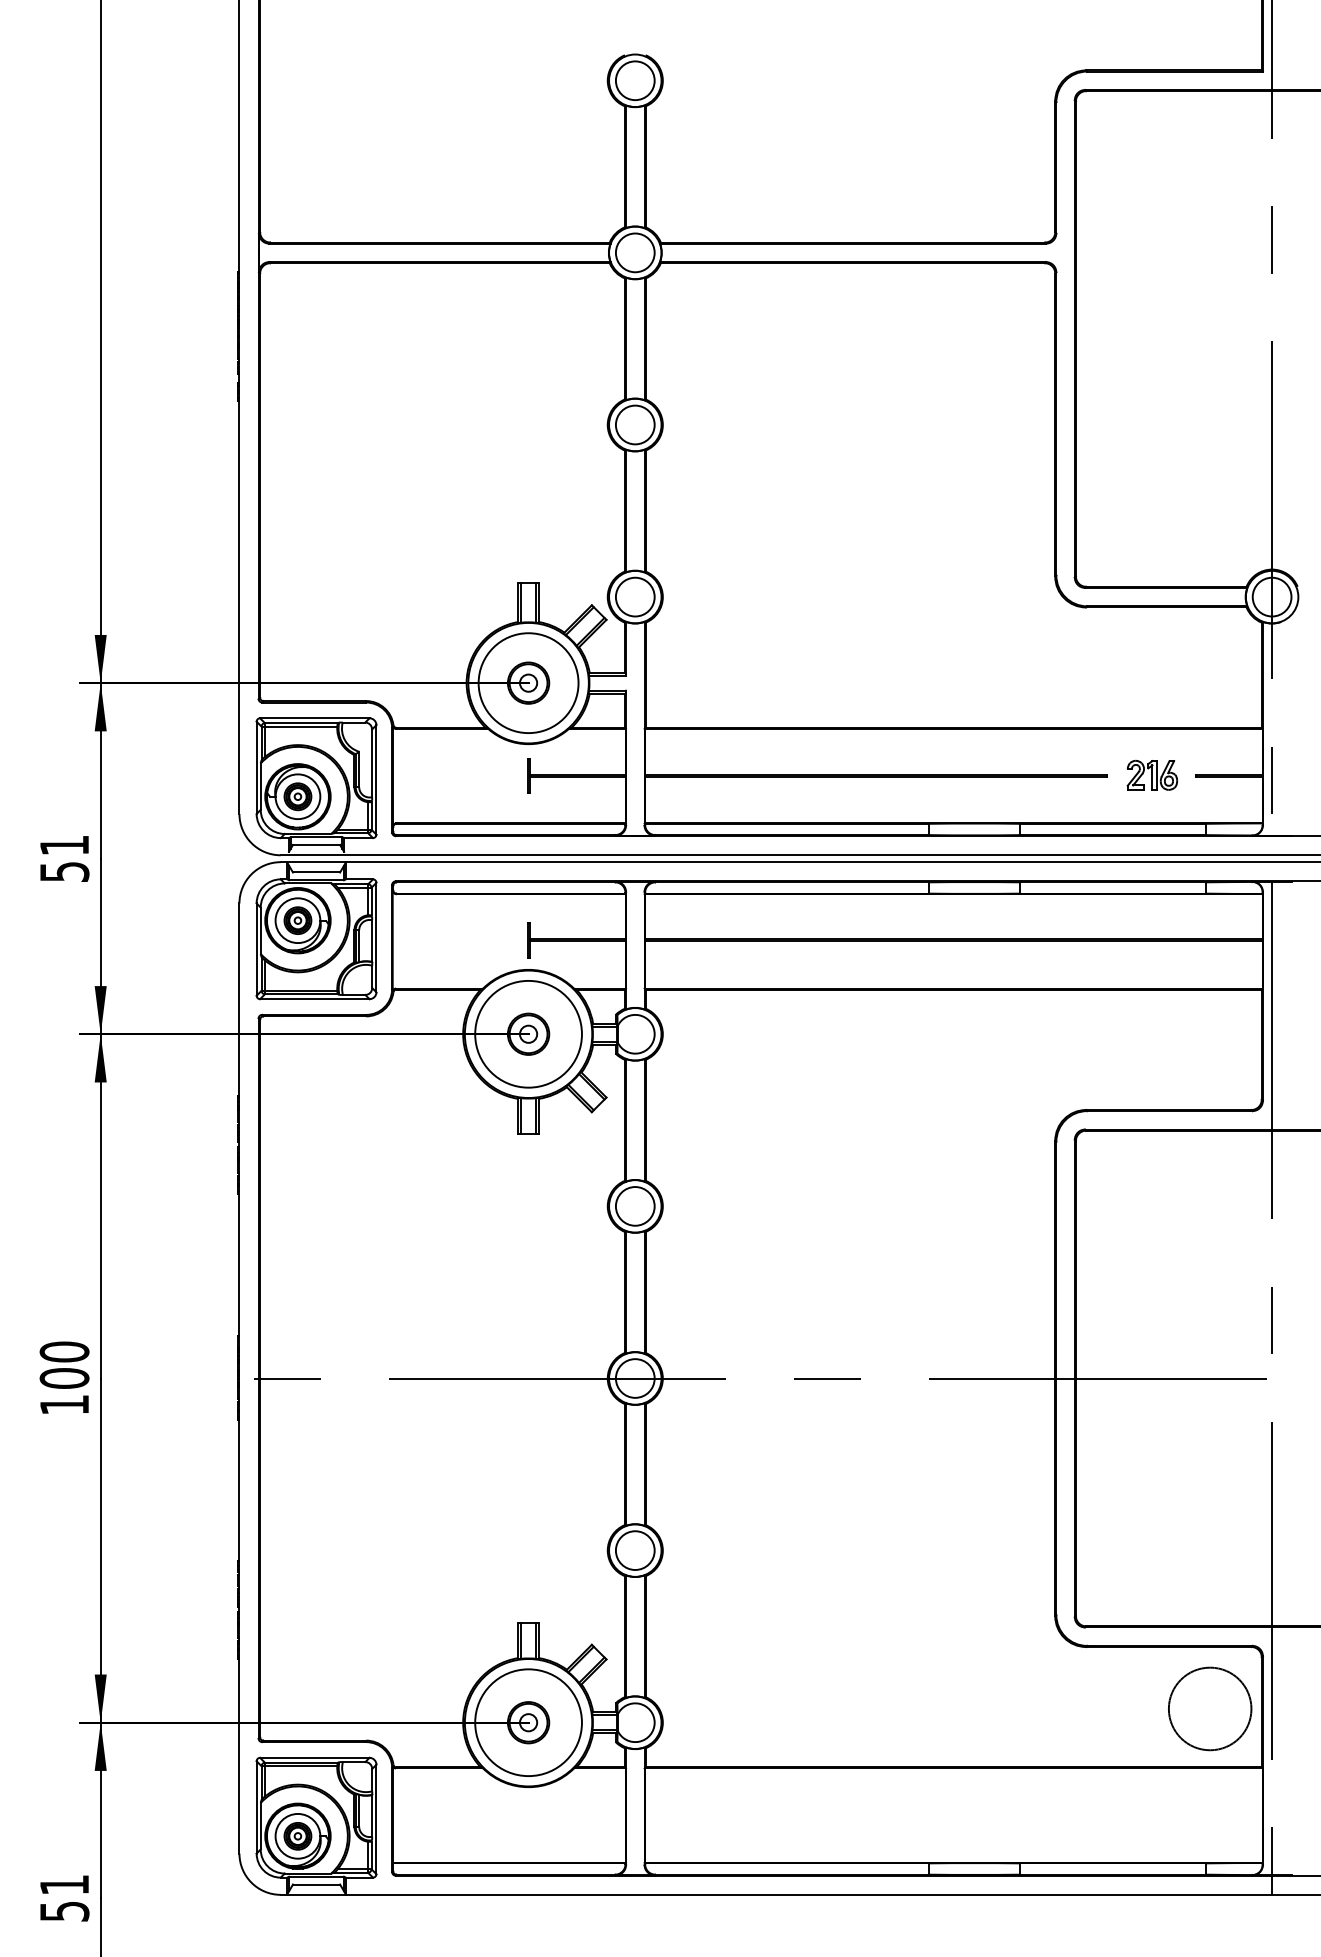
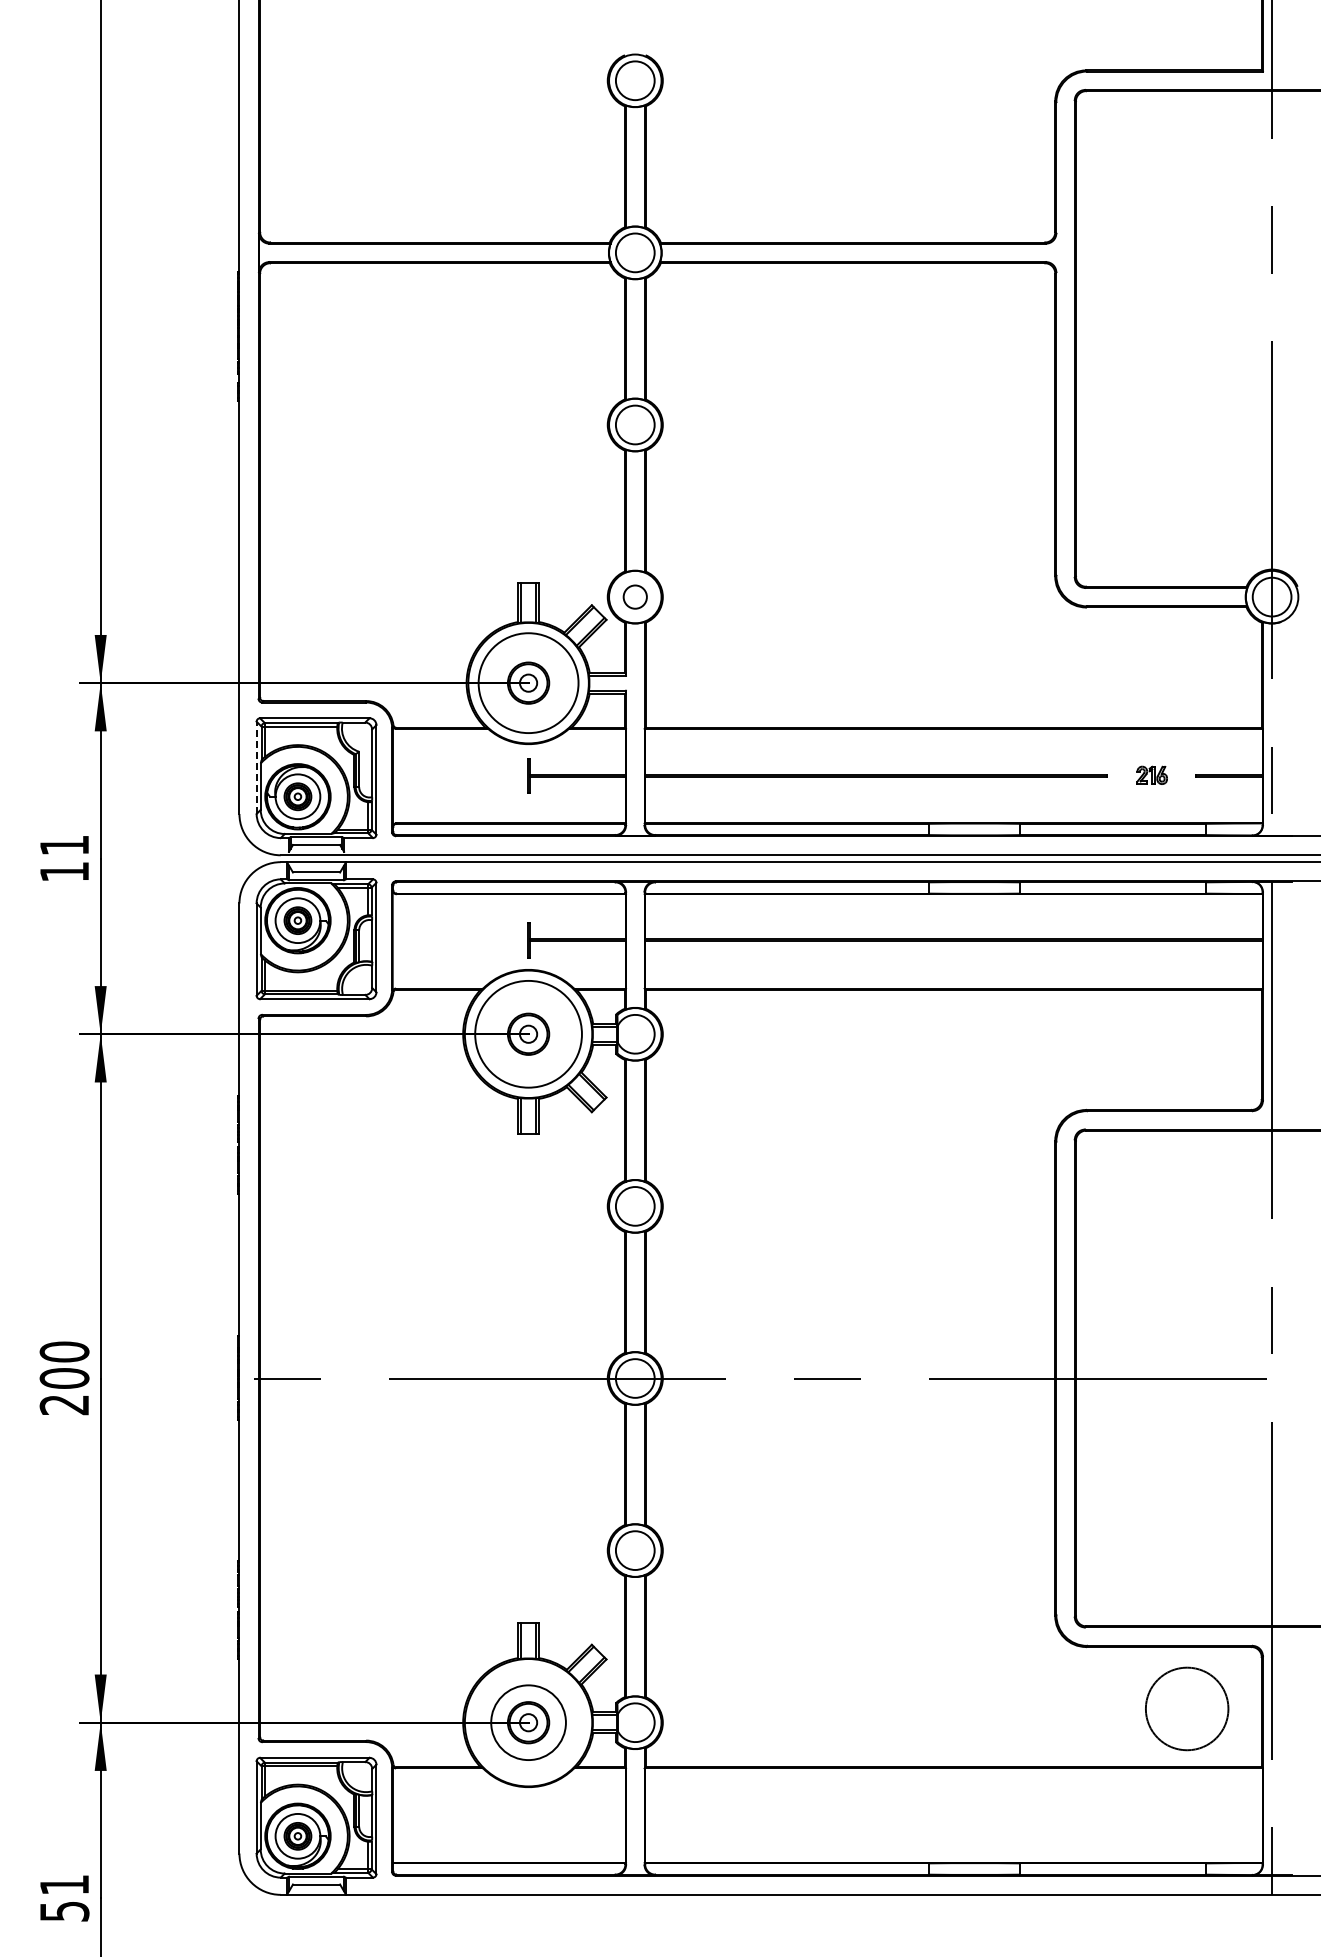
circle at (634, 596) diameter: 39 px -> 23 px
line at (256, 767): solid -> dashed
part at (1151, 775) size: 52x31 px -> 32x20 px
text at (64, 871): 51 -> 11
text at (63, 1405): 100 -> 200
circle at (1210, 1708) position: (1210, 1708) -> (1187, 1708)
circle at (528, 1722) diameter: 107 px -> 75 px
